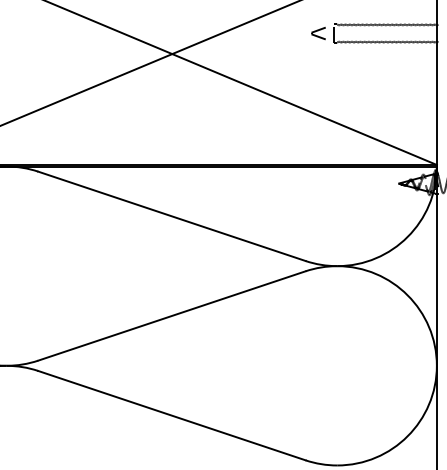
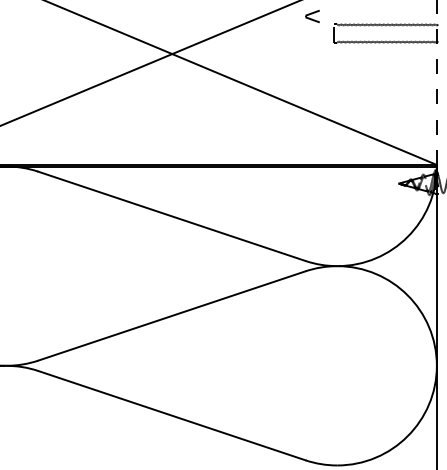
part at (318, 33) position: (318, 33) -> (312, 16)
line at (436, 83): solid -> dashed
